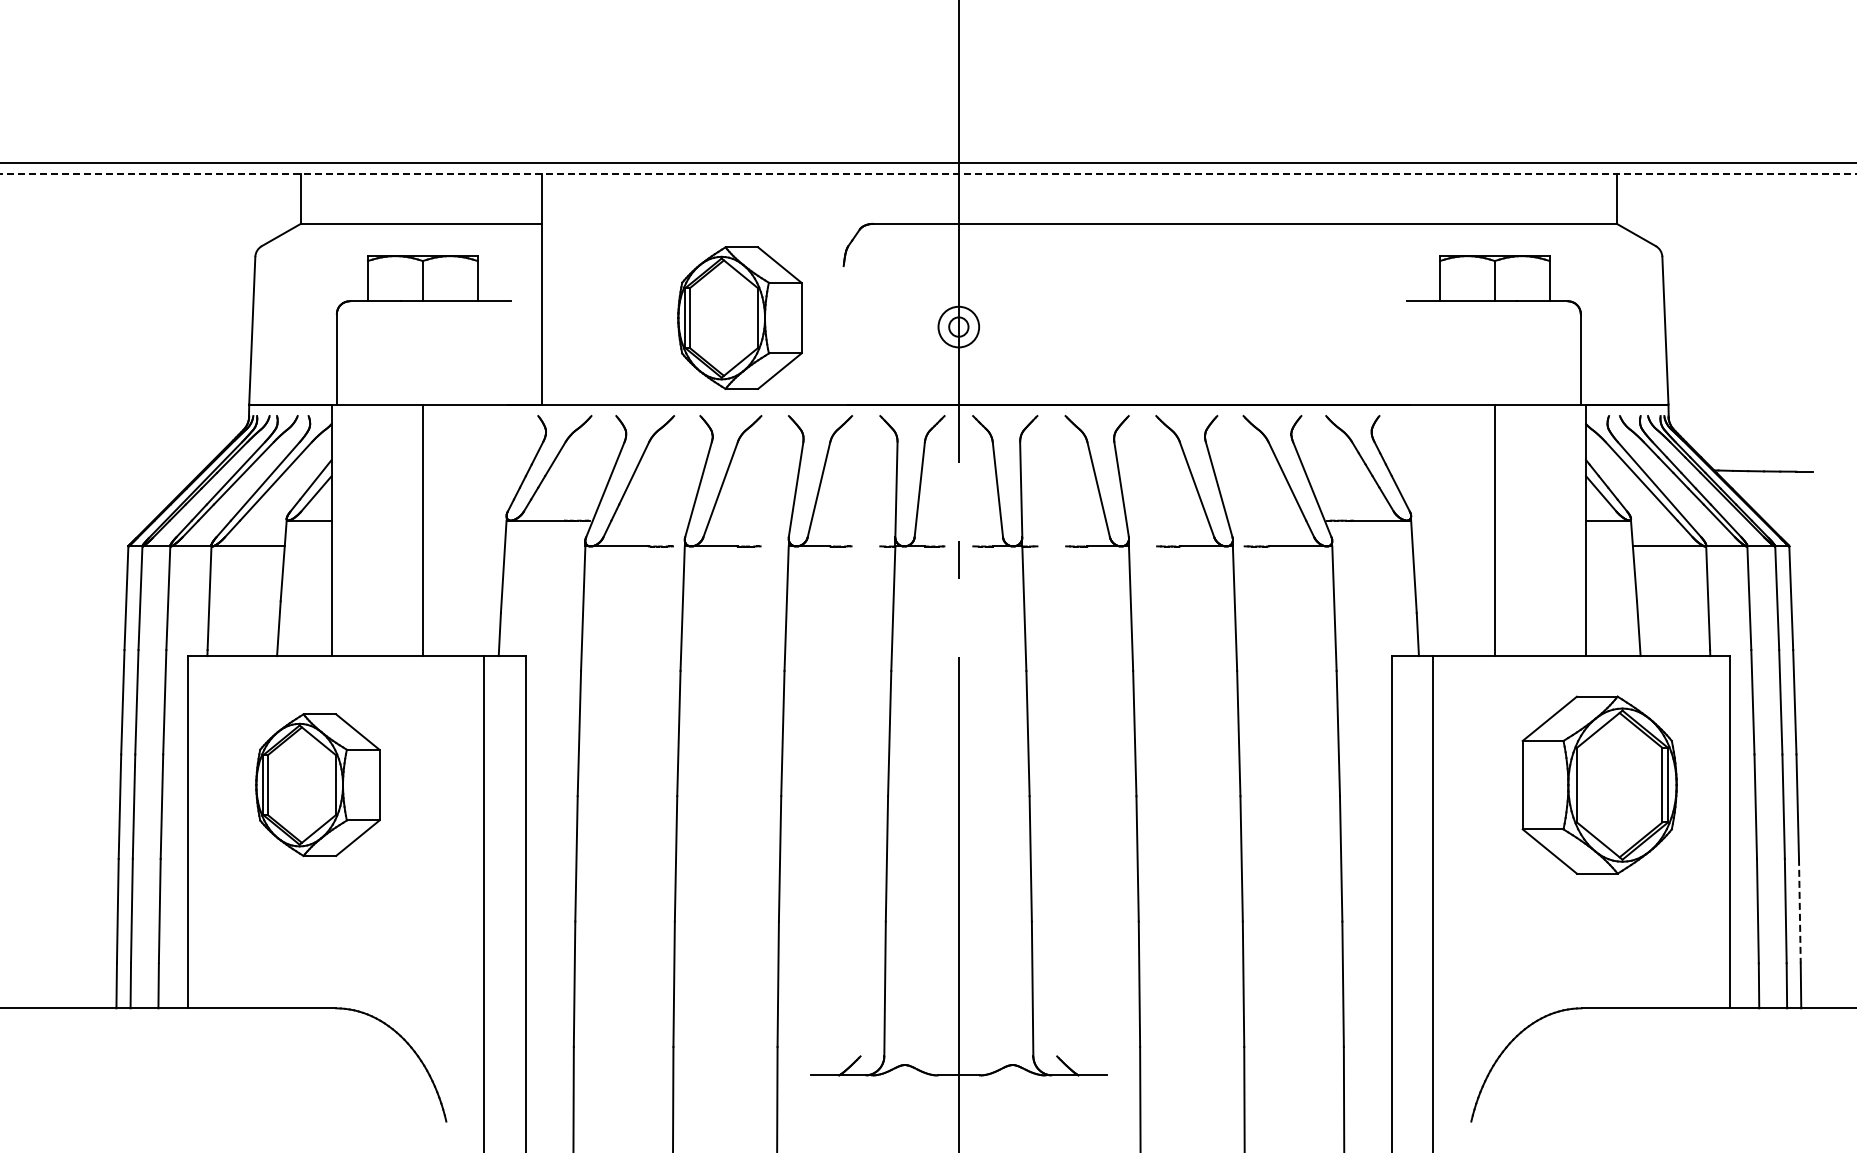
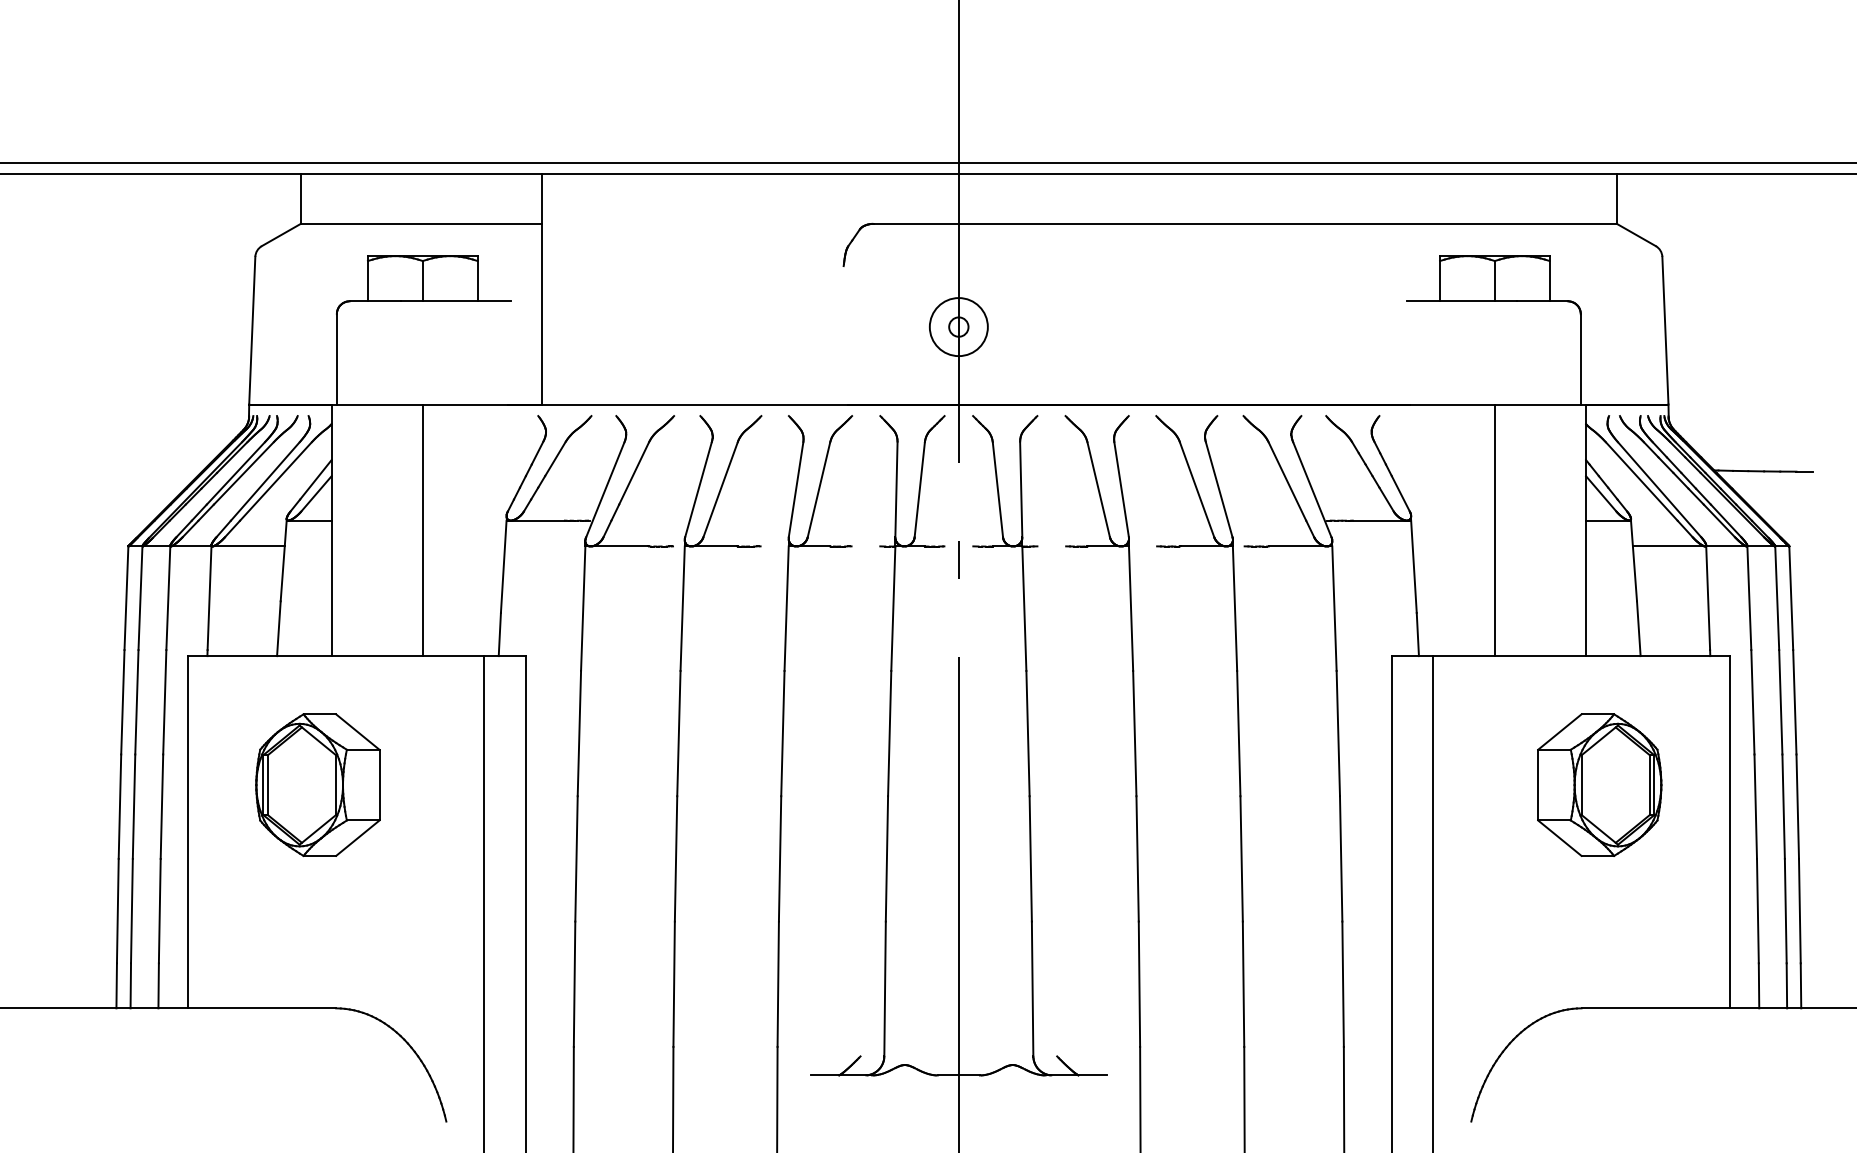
line at (928, 173): dashed -> solid
part at (739, 318): present -> none
circle at (958, 326) diameter: 41 px -> 58 px
part at (1599, 784) size: 157x180 px -> 126x144 px
line at (1799, 911): dashed -> solid
